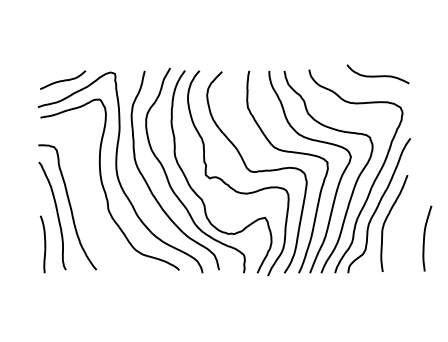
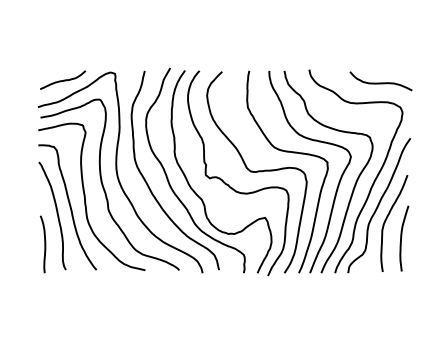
curve at (377, 75) position: (377, 75) -> (380, 82)
curve at (85, 196): none -> present
curve at (425, 237) position: (425, 237) -> (402, 237)
